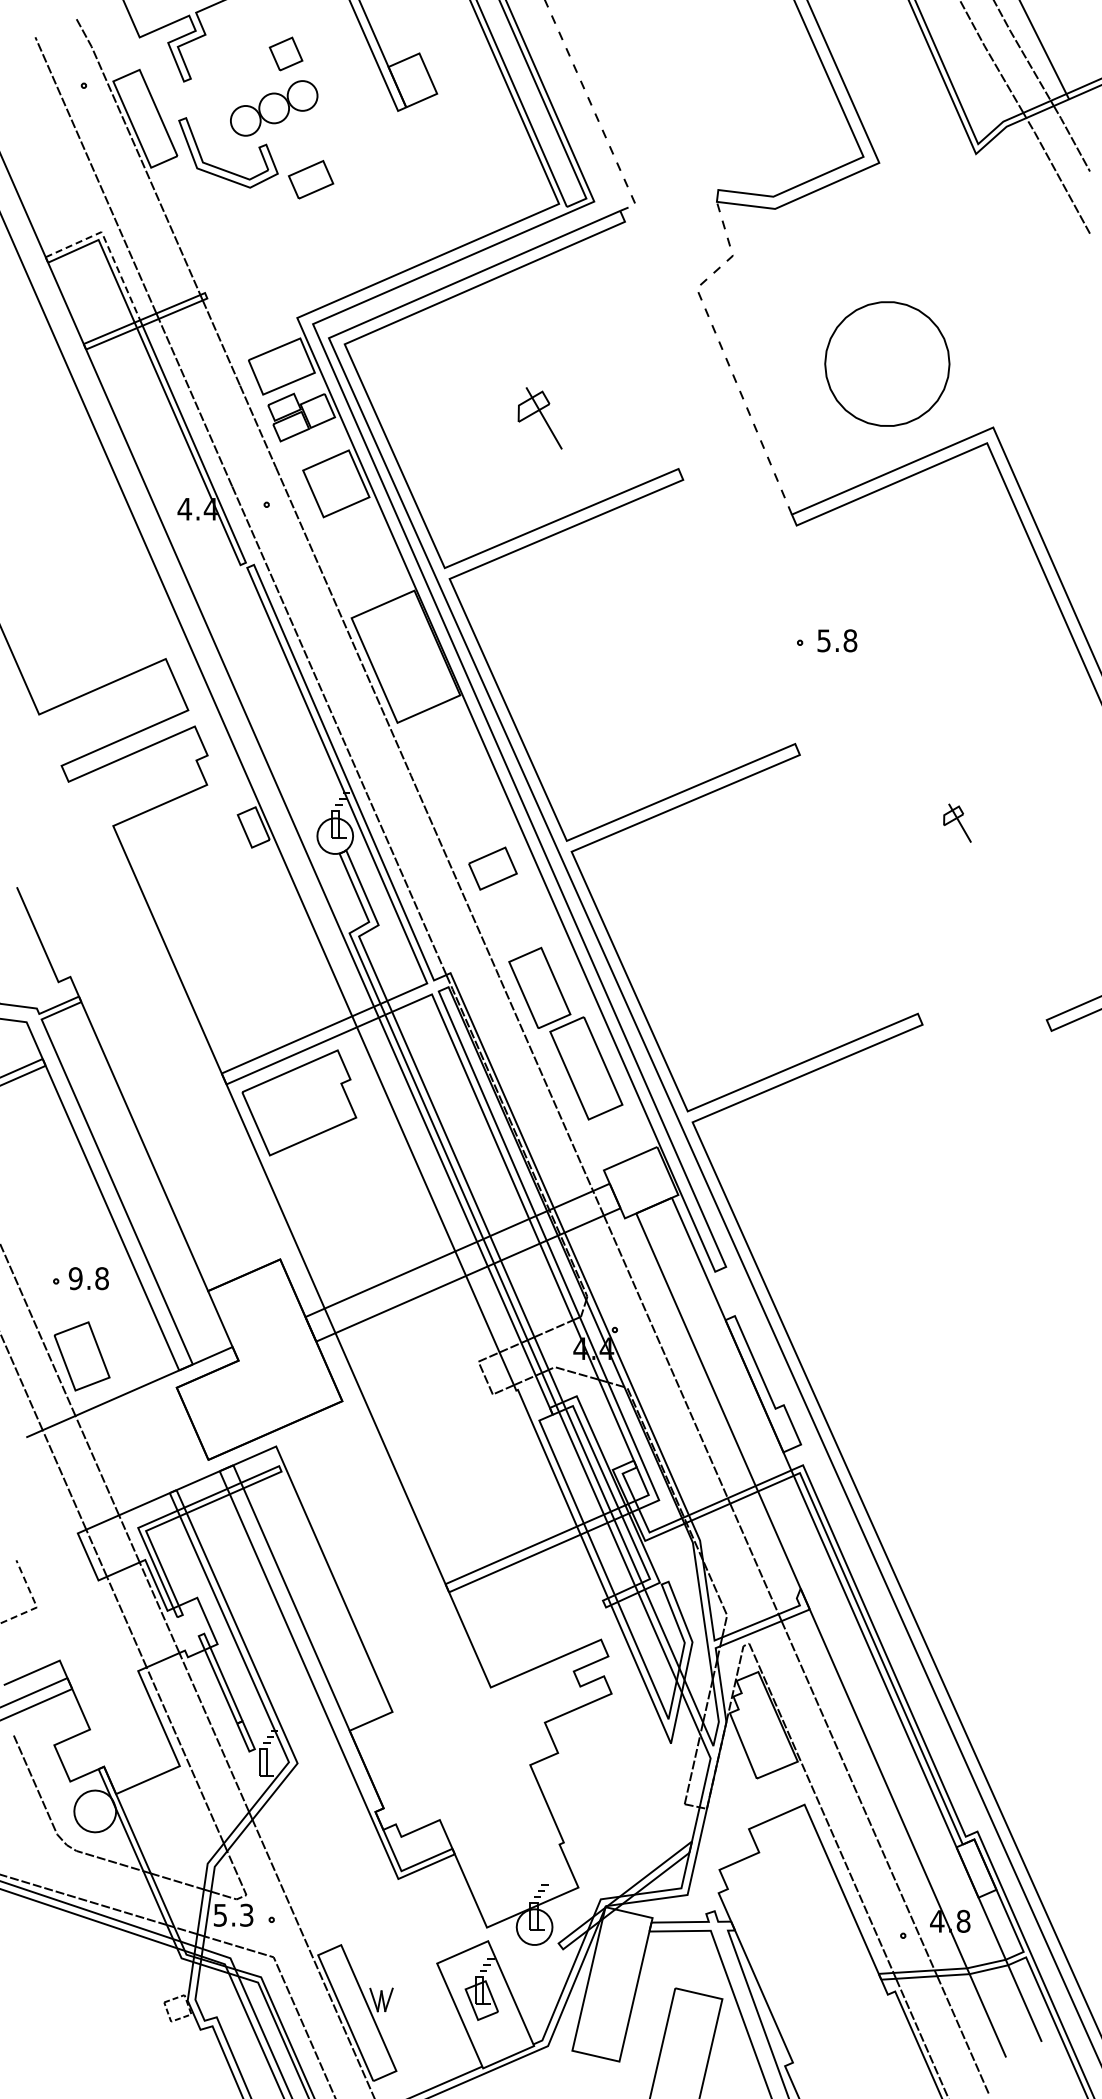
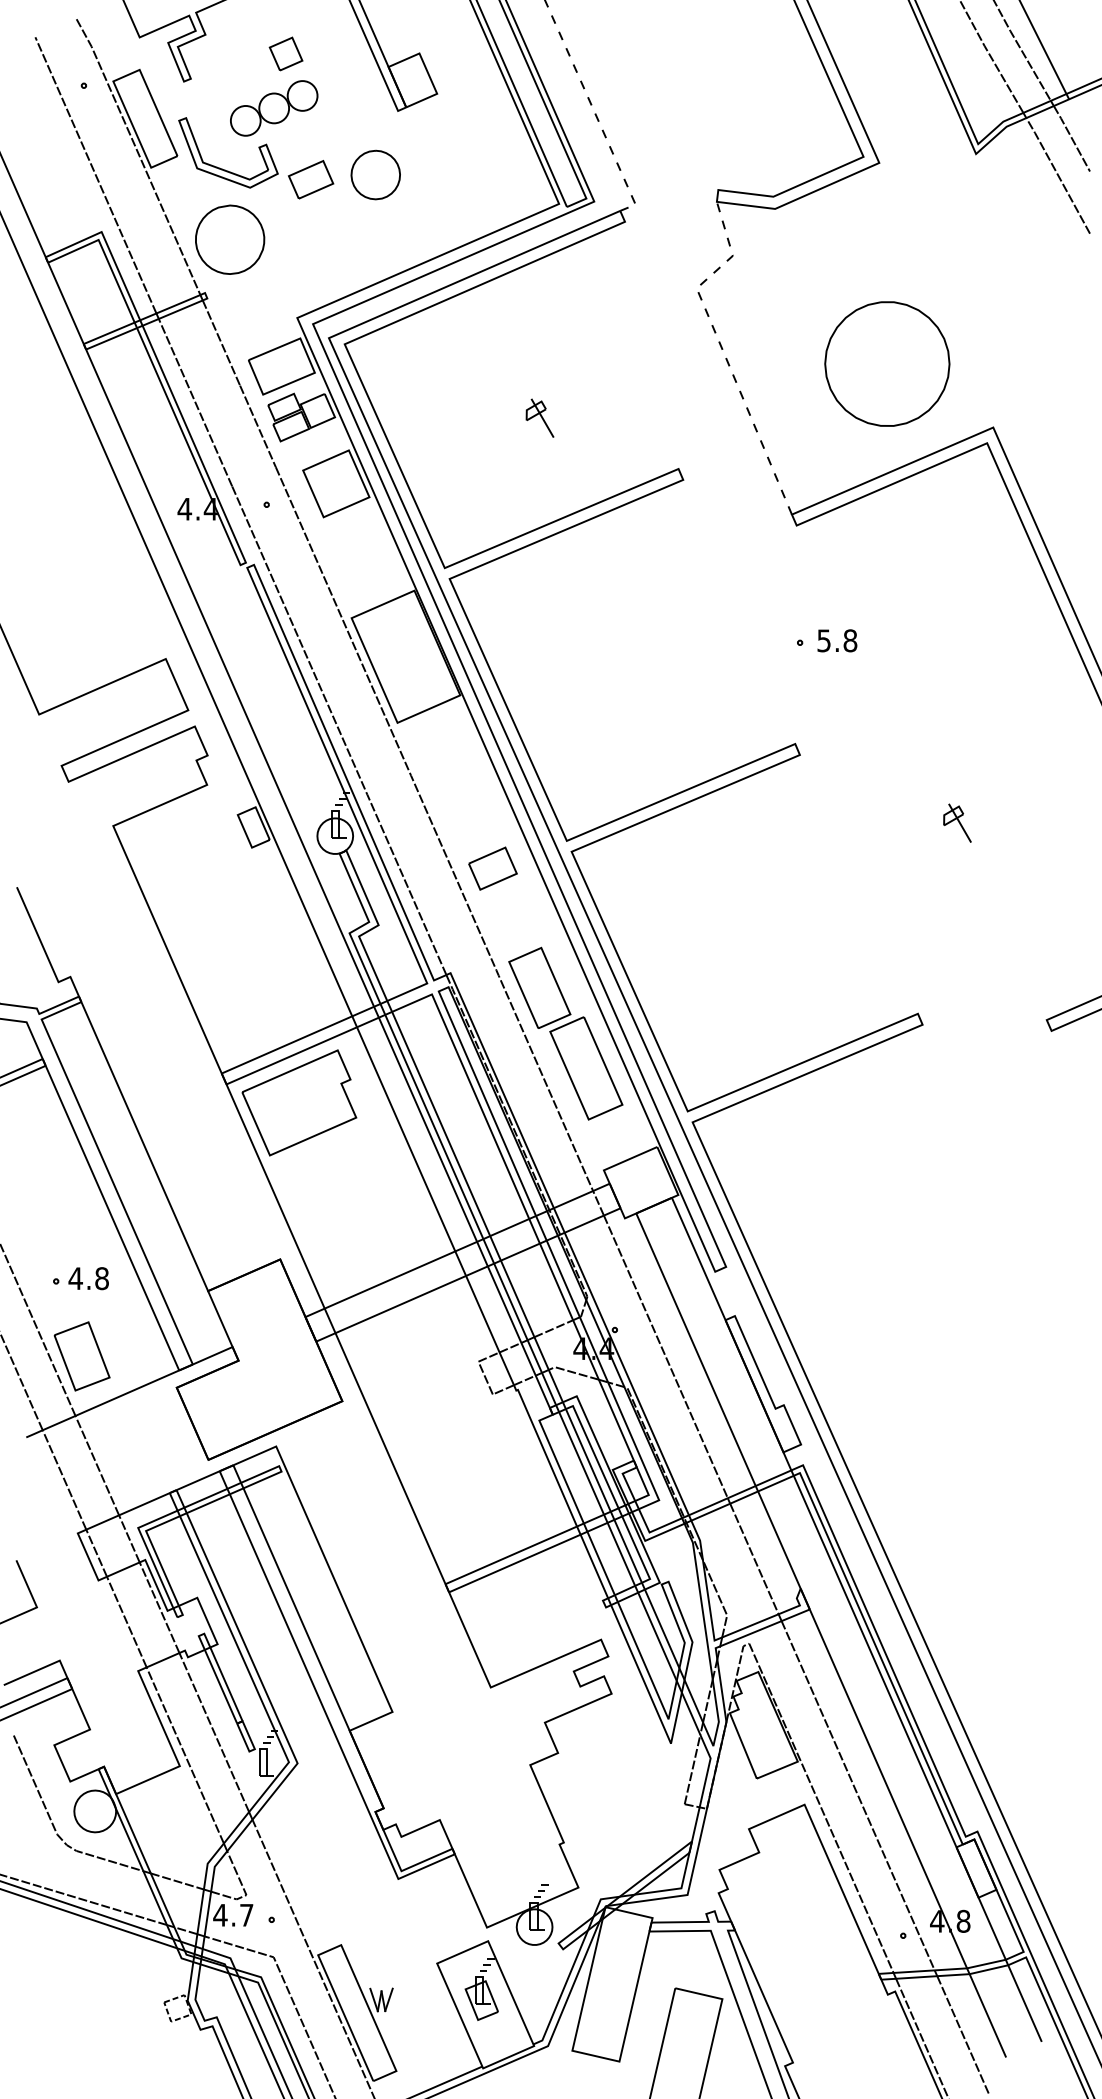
part at (375, 174): none -> present
part at (230, 239): none -> present
line at (108, 247): dashed -> solid
part at (539, 418) size: 46x63 px -> 30x40 px
text at (75, 1278): 9.8 -> 4.8
line at (34, 1601): dashed -> solid
text at (233, 1914): 5.3 -> 4.7
